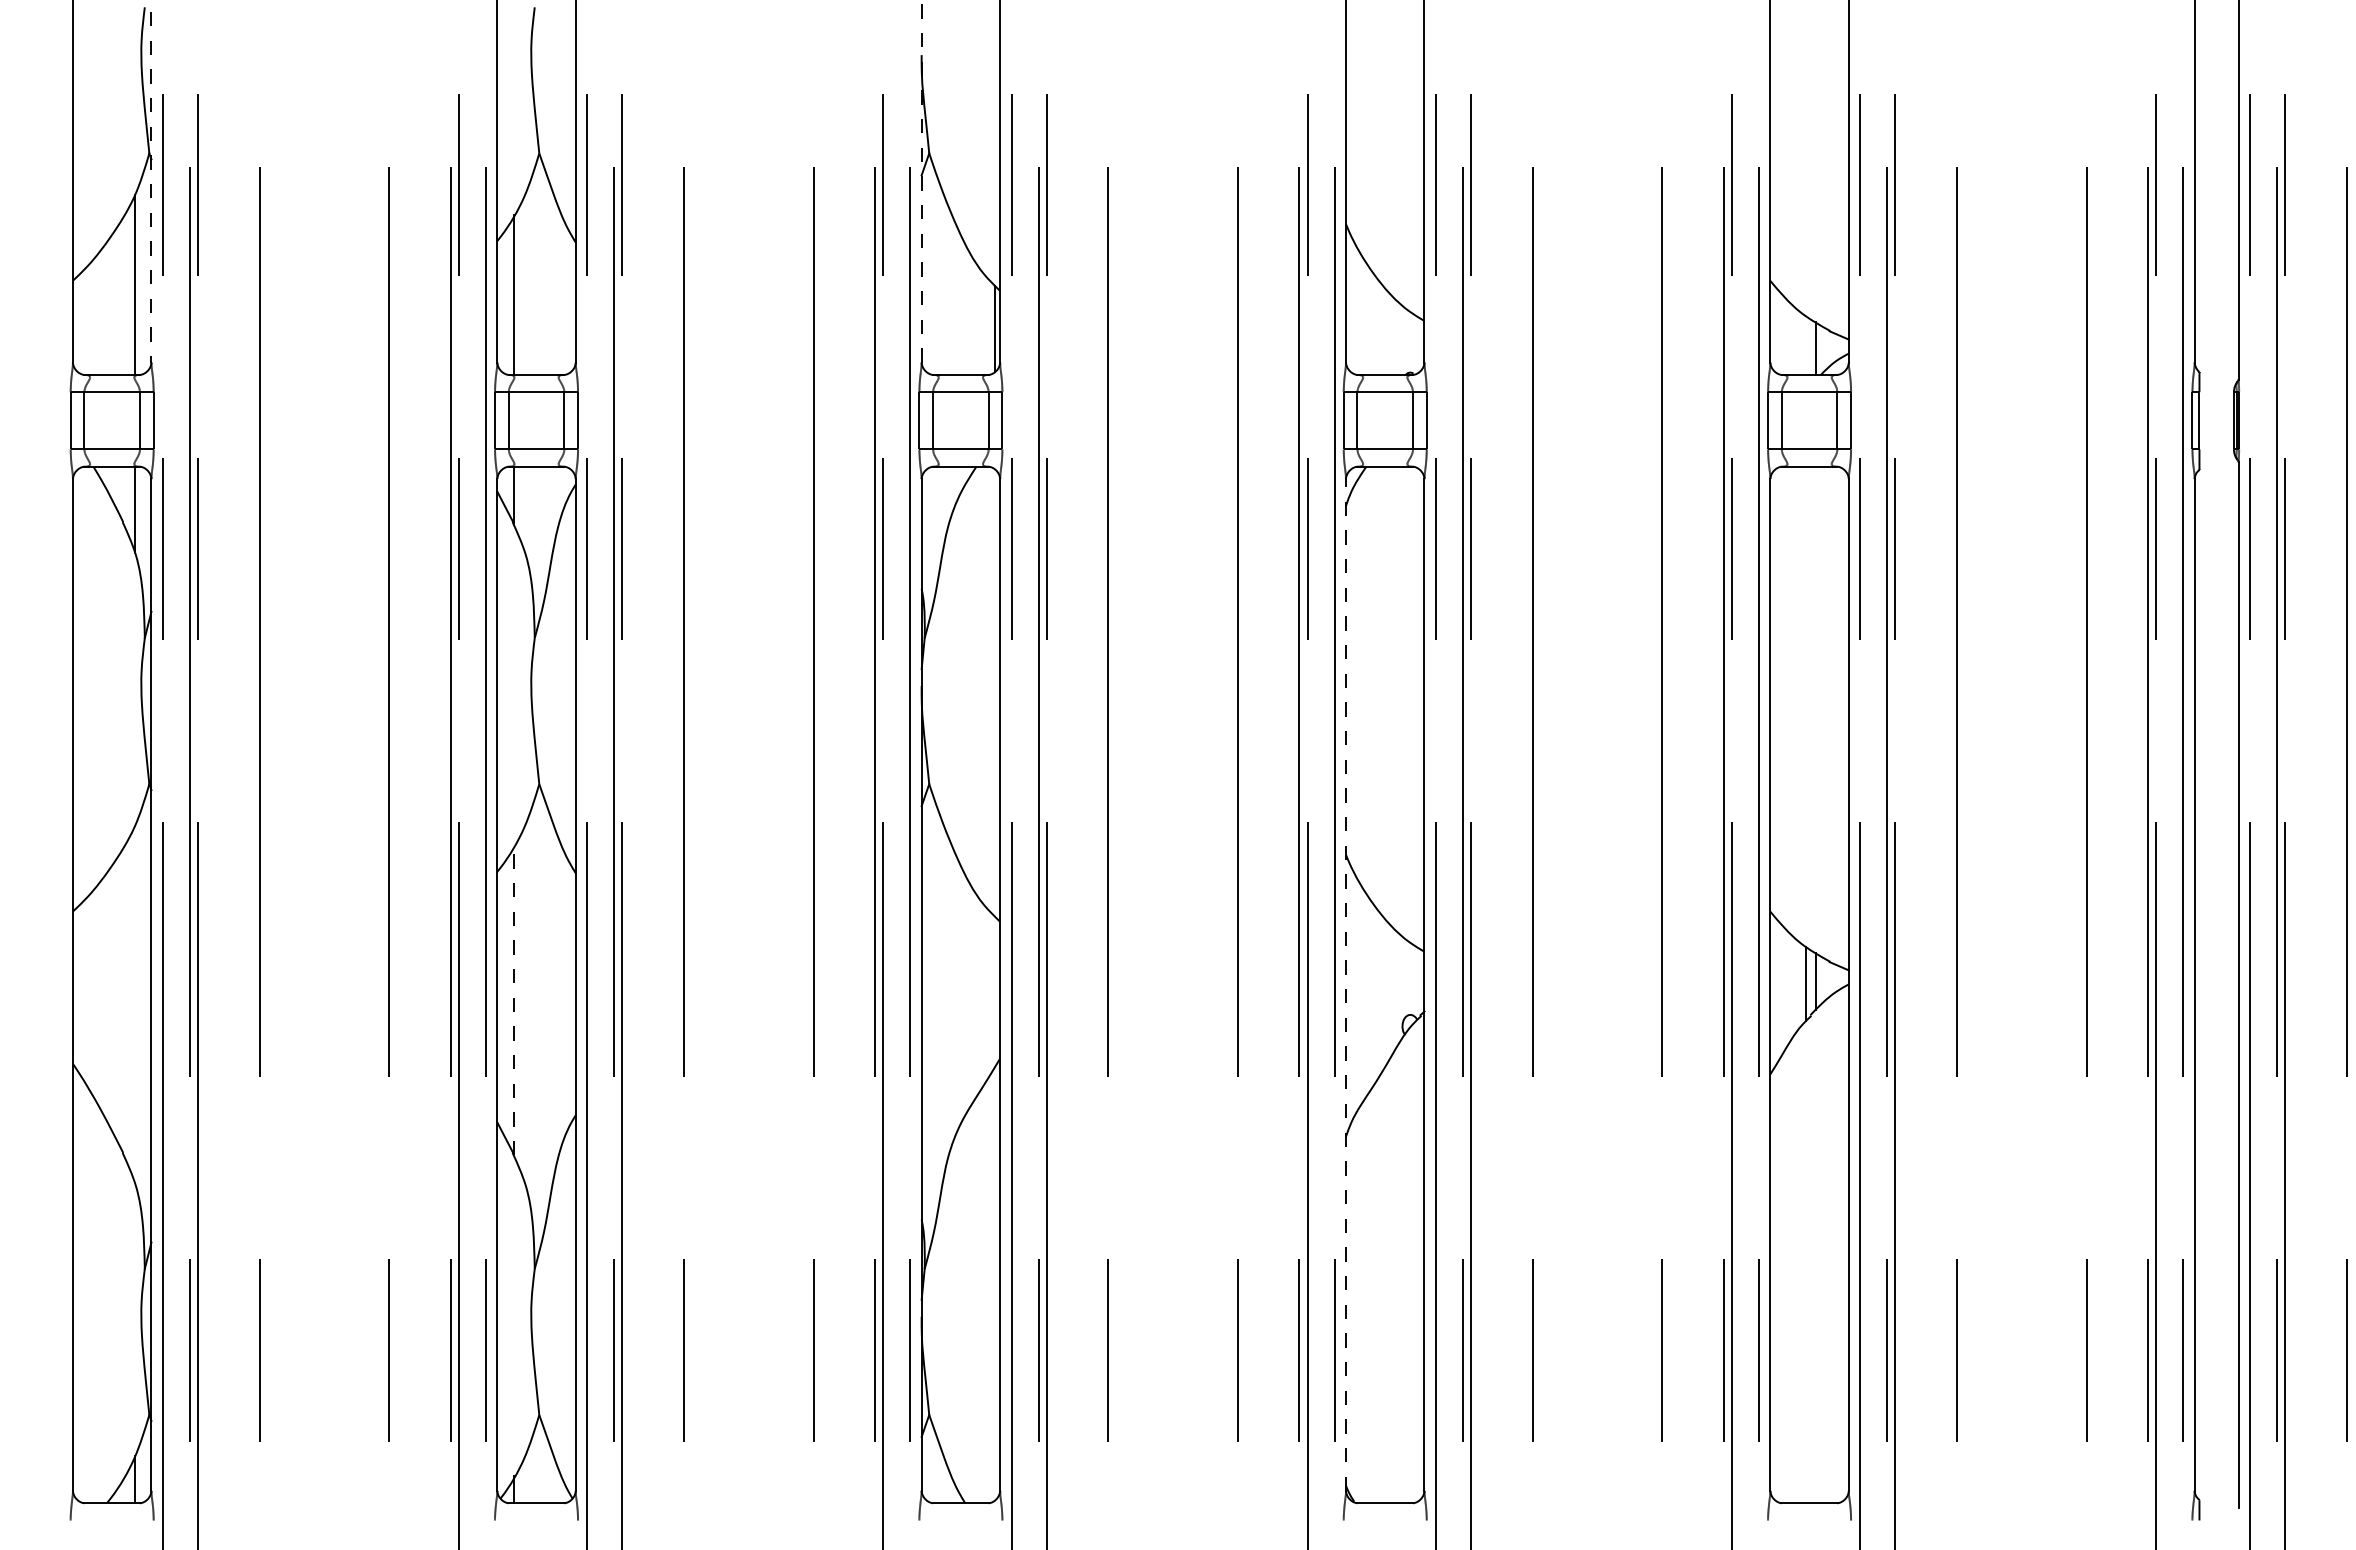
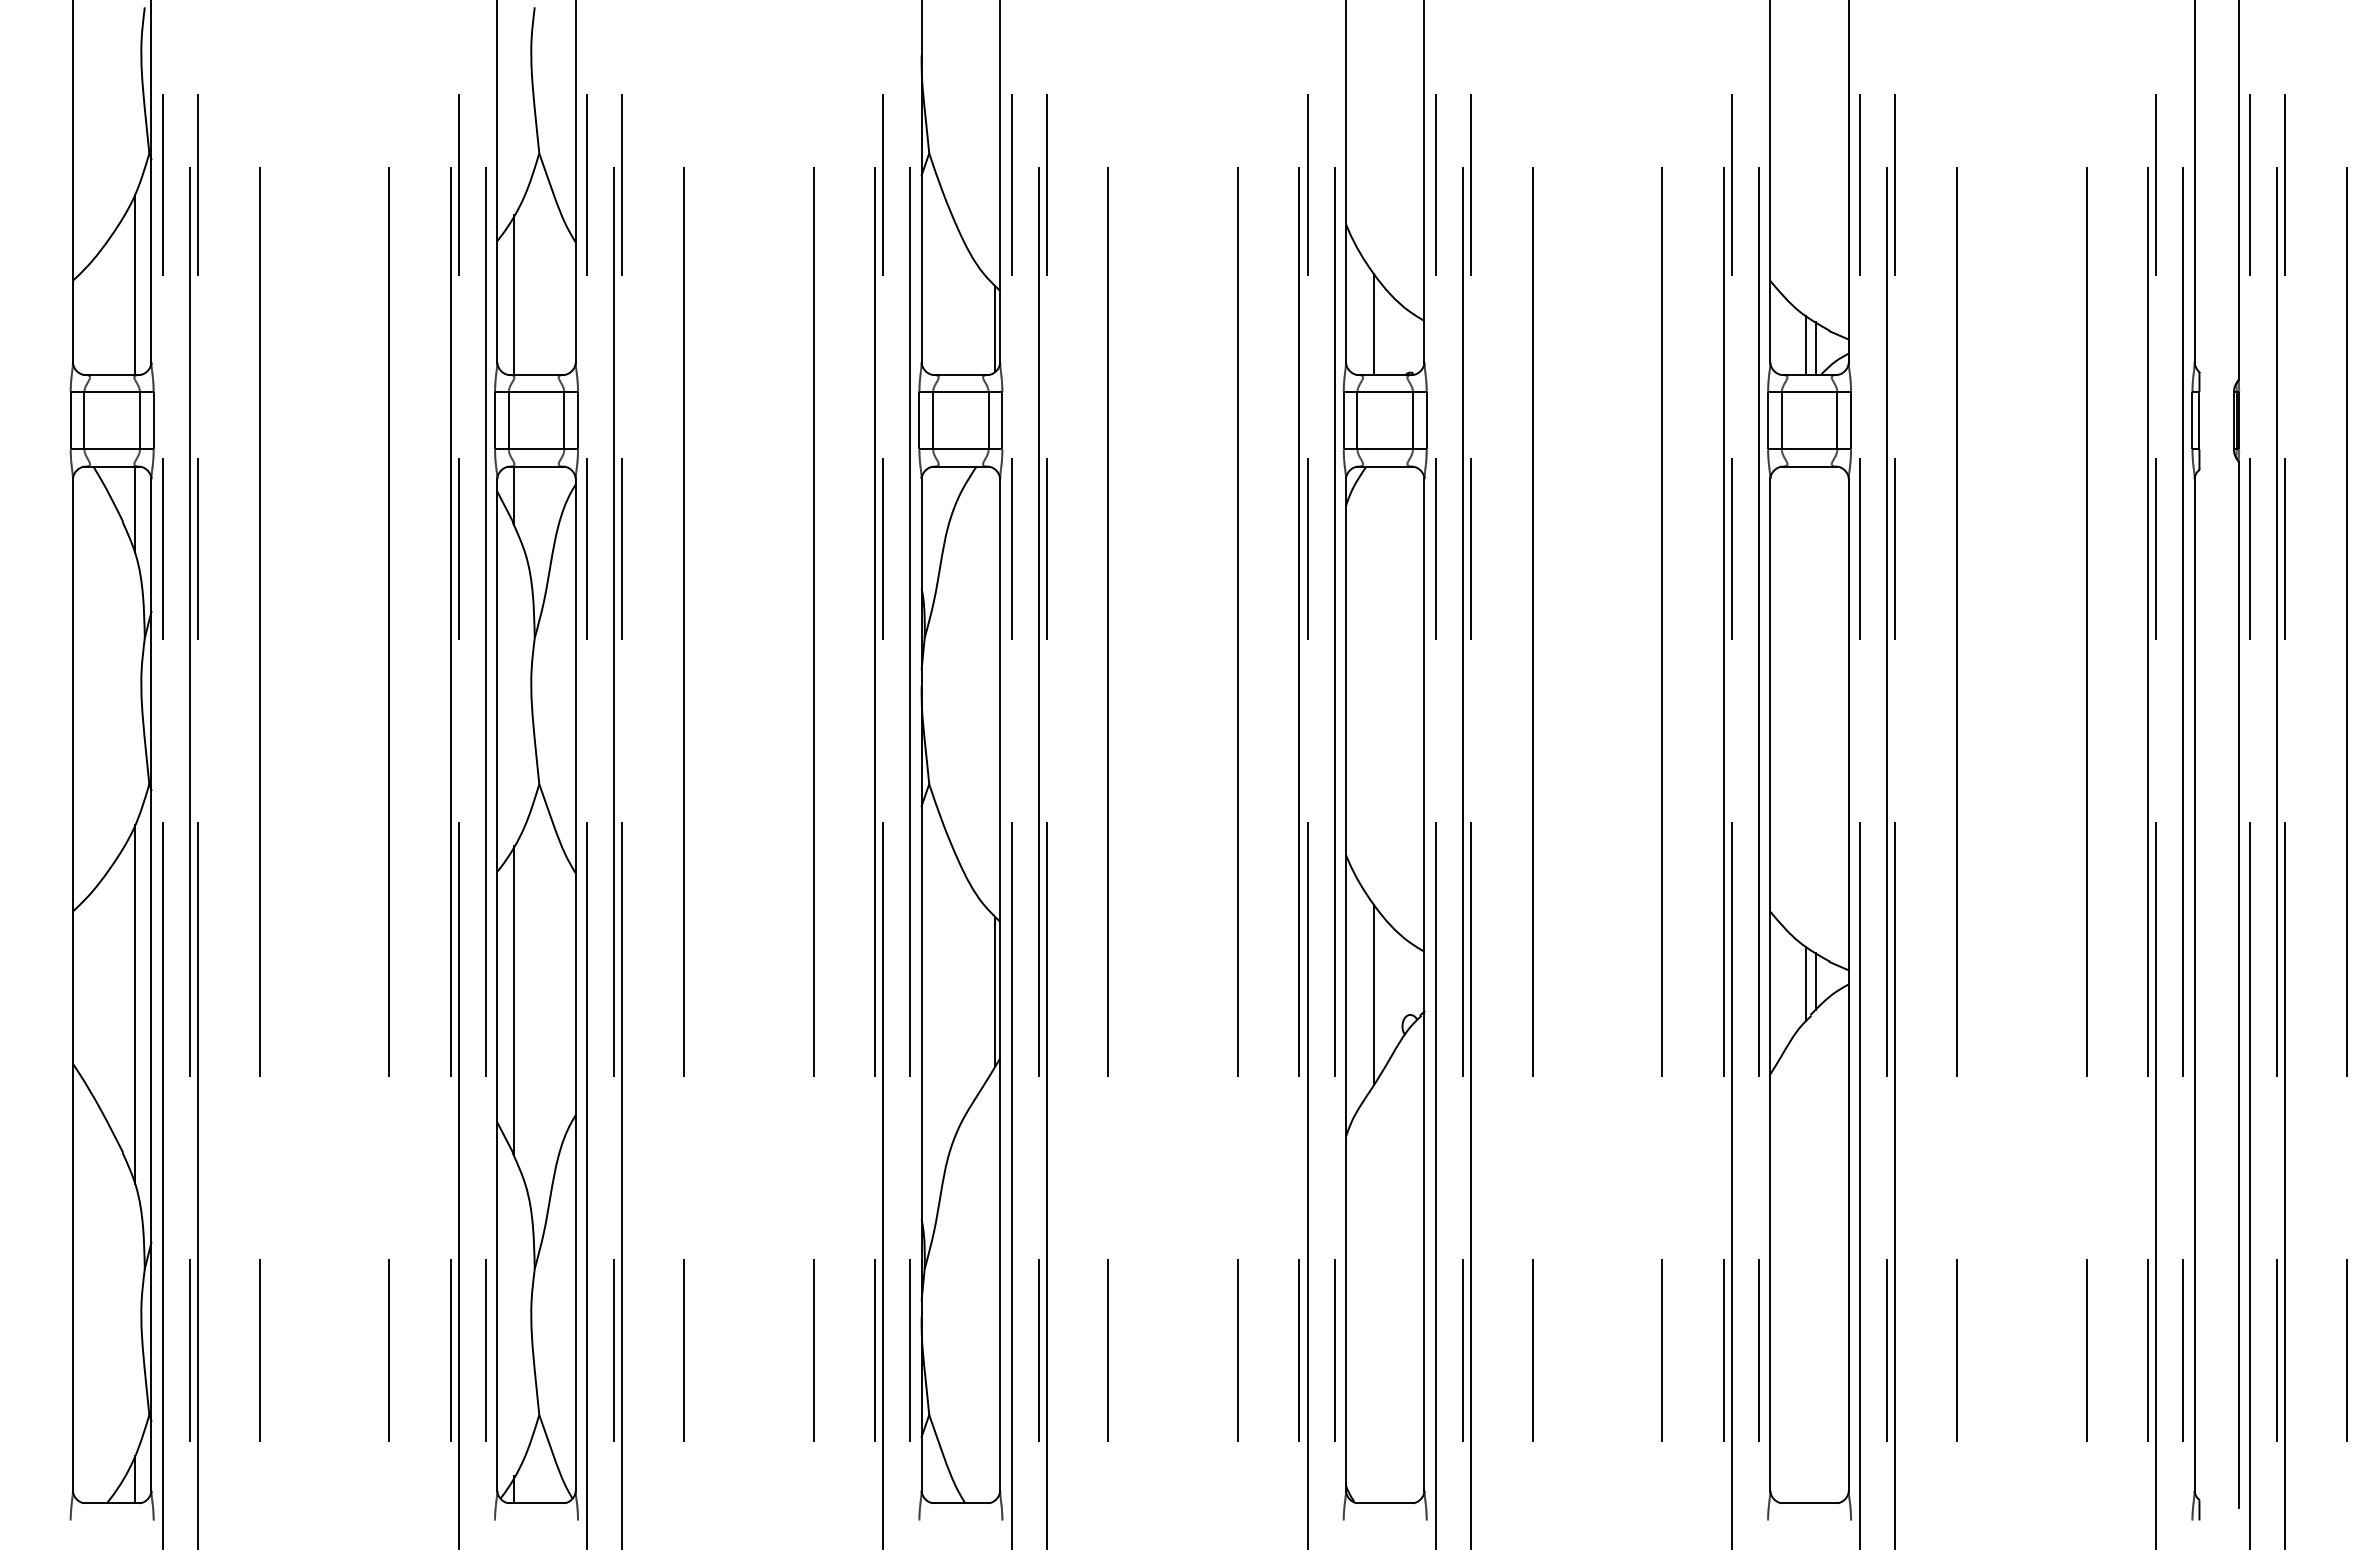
line at (151, 181): dashed -> solid
line at (921, 181): dashed -> solid
line at (1373, 323): none -> present
line at (1805, 344): none -> present
line at (1346, 984): dashed -> solid
line at (995, 991): none -> present
line at (1373, 994): none -> present
line at (513, 1000): dashed -> solid
line at (135, 1004): none -> present
